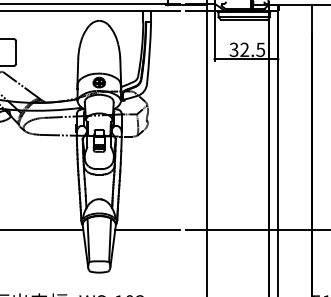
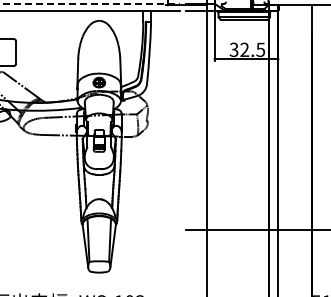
line at (90, 3): solid -> dashed
line at (42, 230): present -> none
line at (147, 230): present -> none
